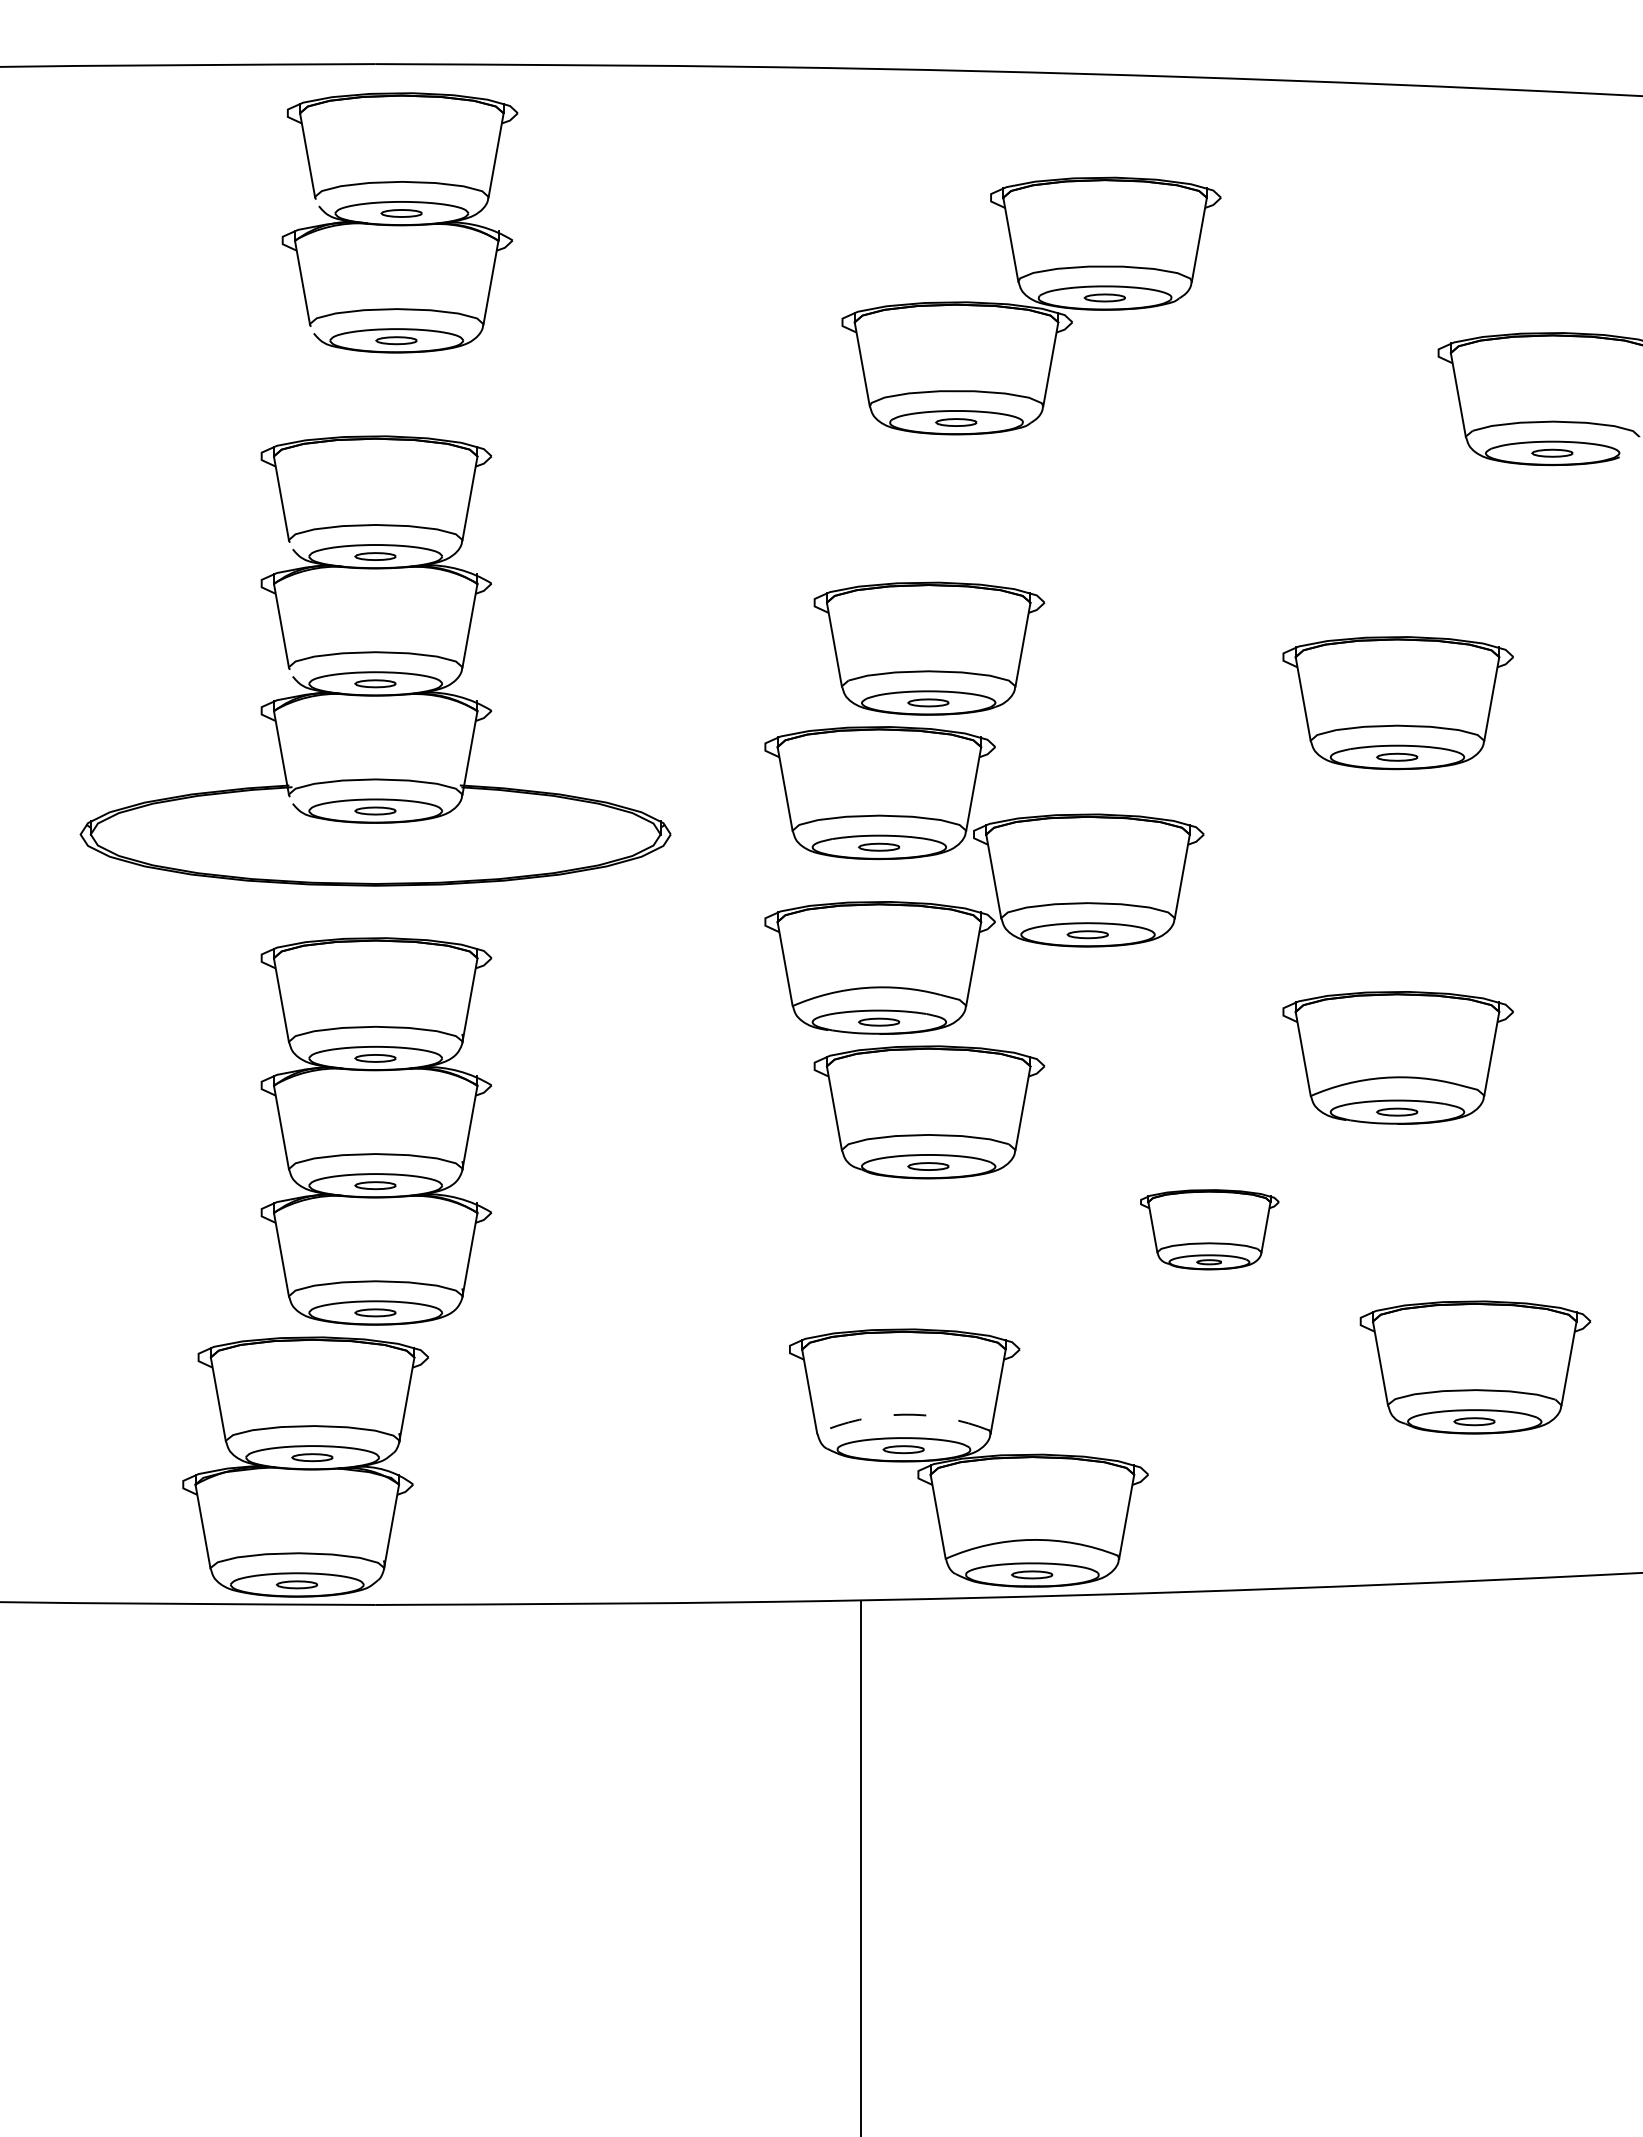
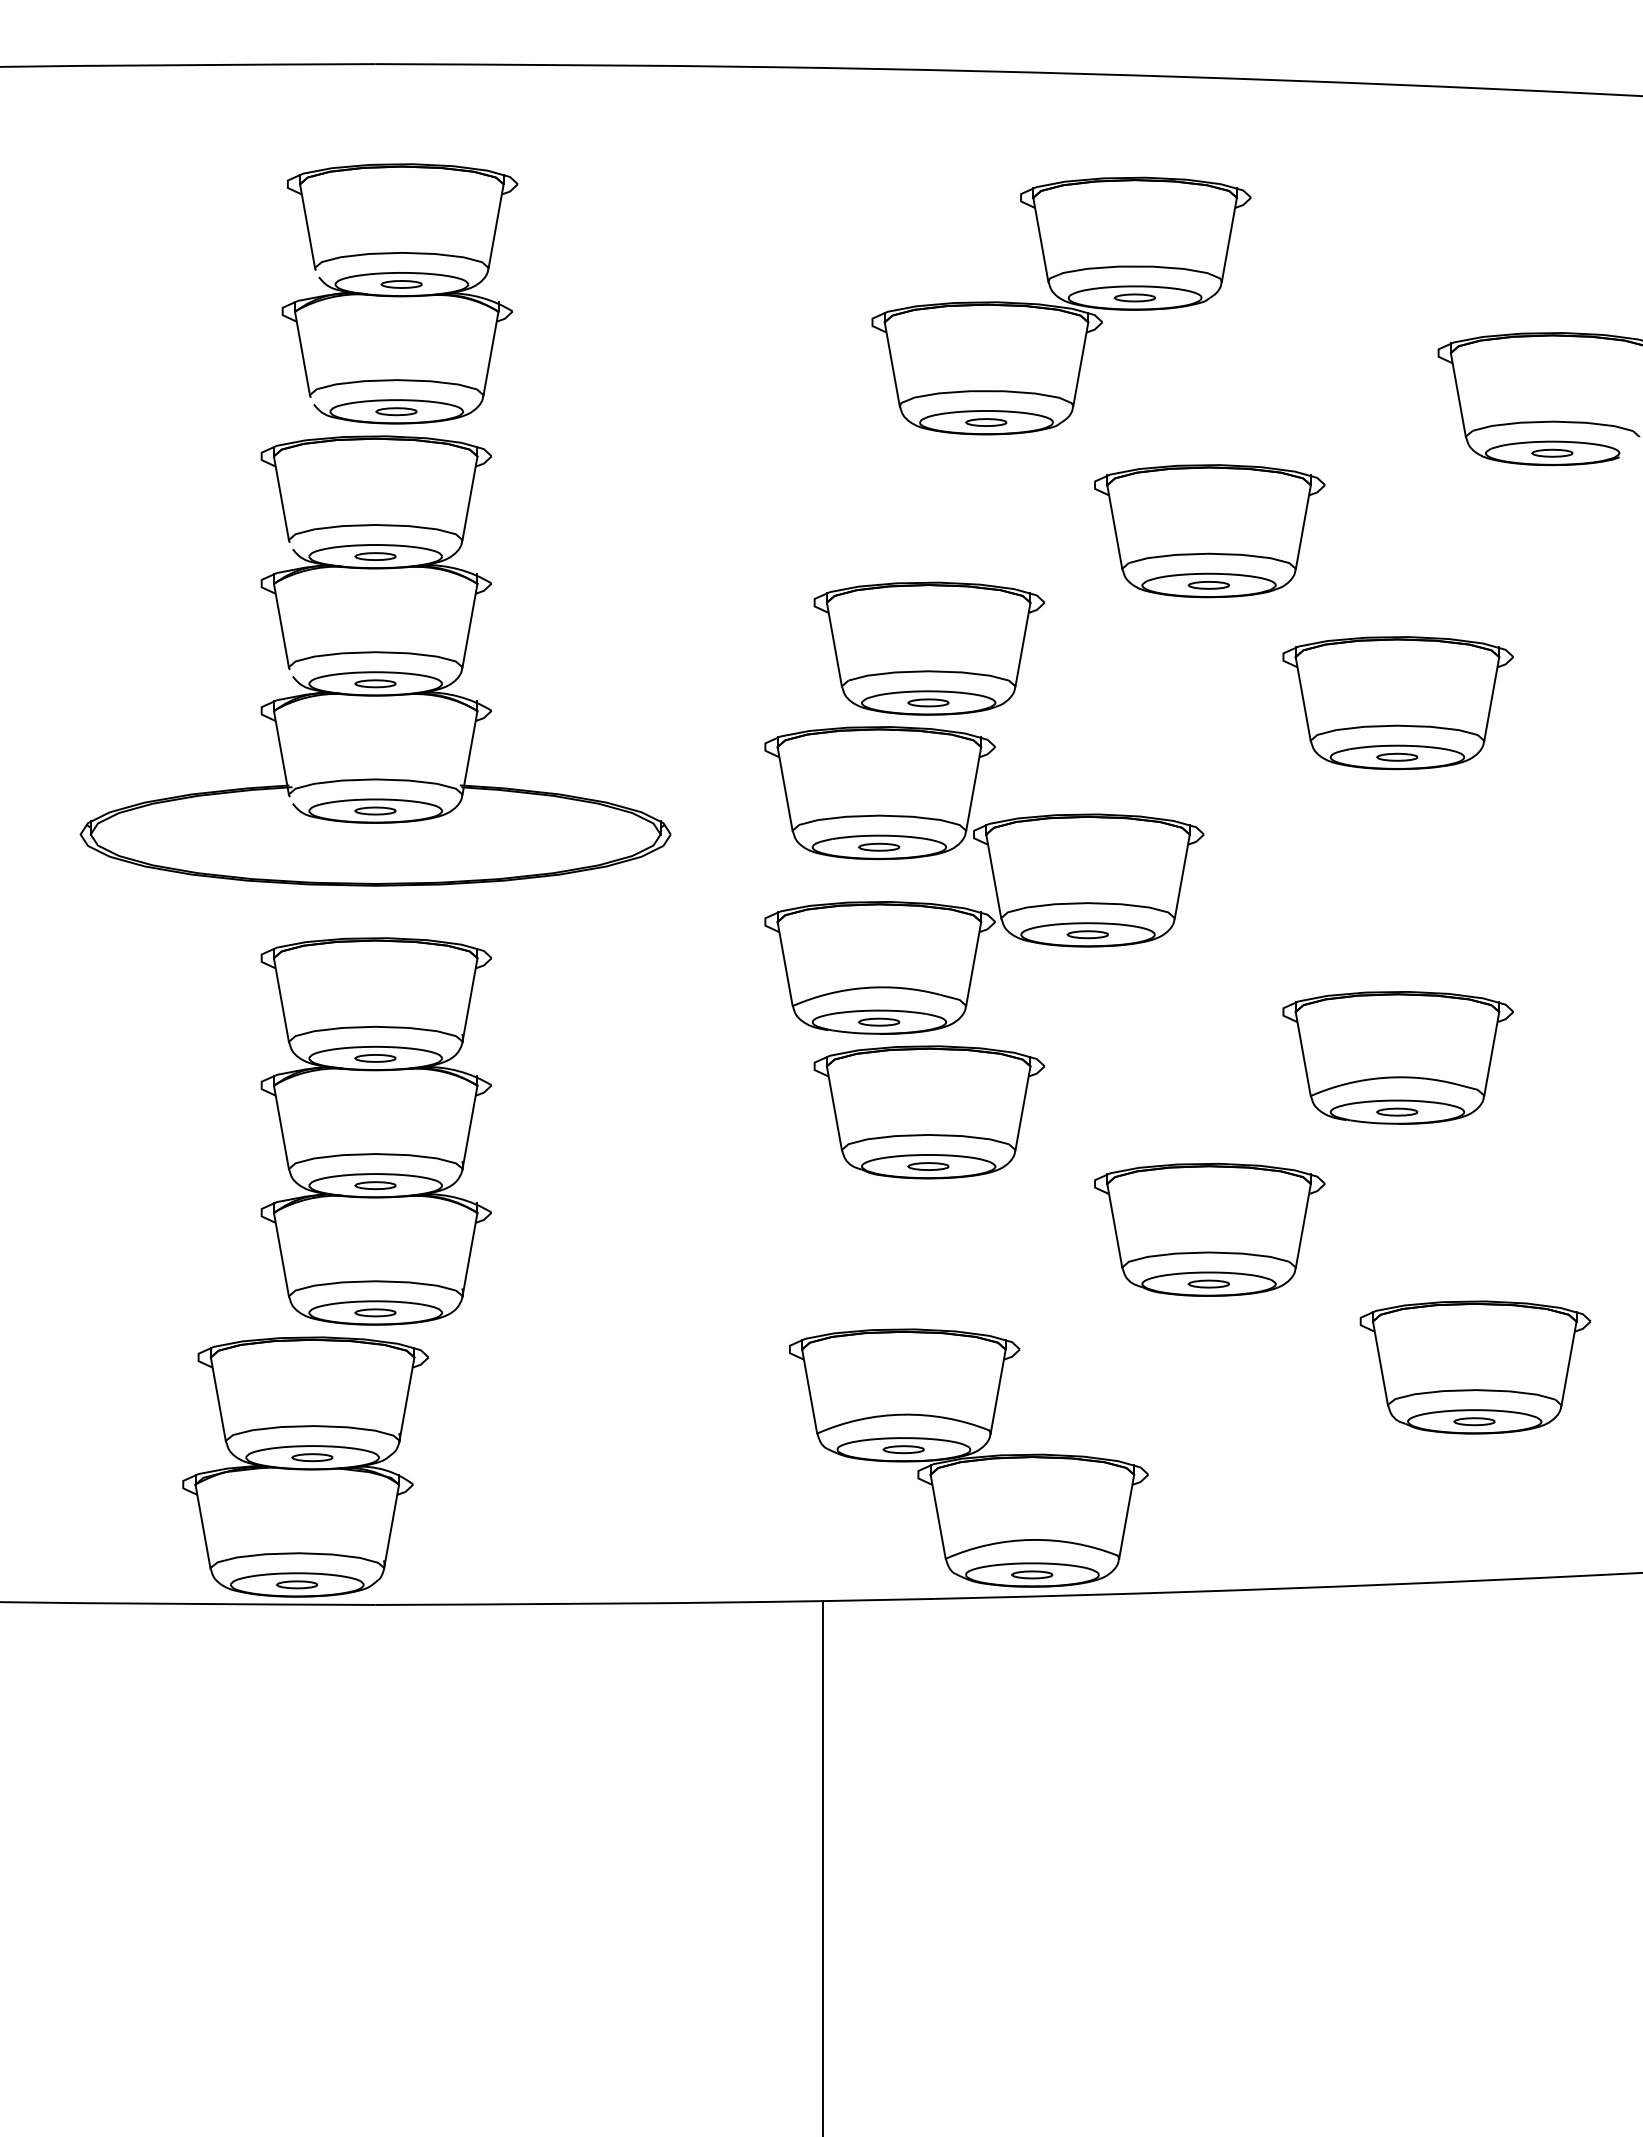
part at (399, 222) position: (399, 222) -> (399, 293)
part at (1031, 305) position: (1031, 305) -> (1061, 305)
part at (1209, 531): none -> present
part at (1209, 1229) size: 140x82 px -> 232x135 px
arc at (902, 1414): dashed -> solid
line at (861, 1867) position: (861, 1867) -> (823, 1867)
